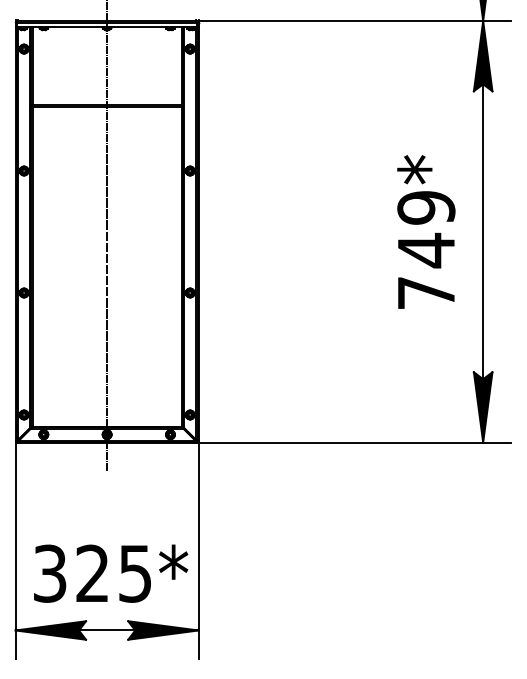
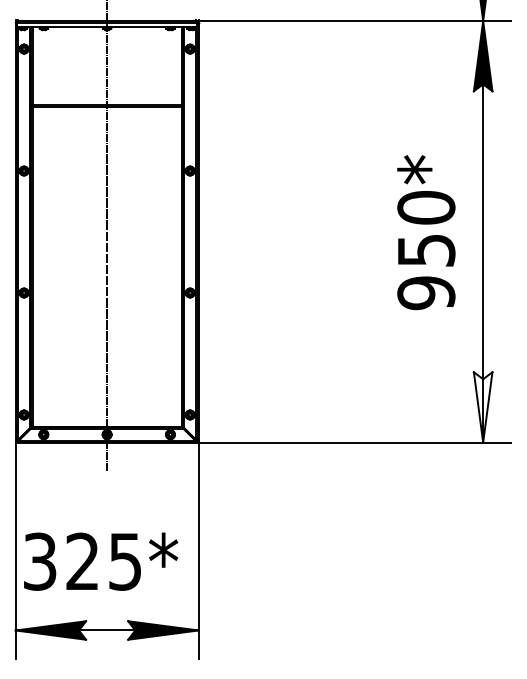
text at (426, 250): 749* -> 950*
fill at (482, 407): present -> none
text at (111, 573) position: (111, 573) -> (101, 561)
